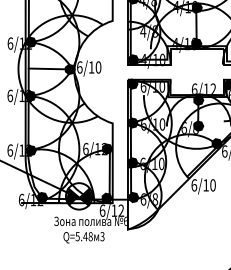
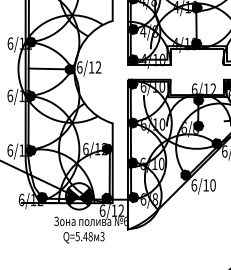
fill at (133, 29): none -> present
text at (98, 67): 6/10 -> 6/12
fill at (185, 174): none -> present
